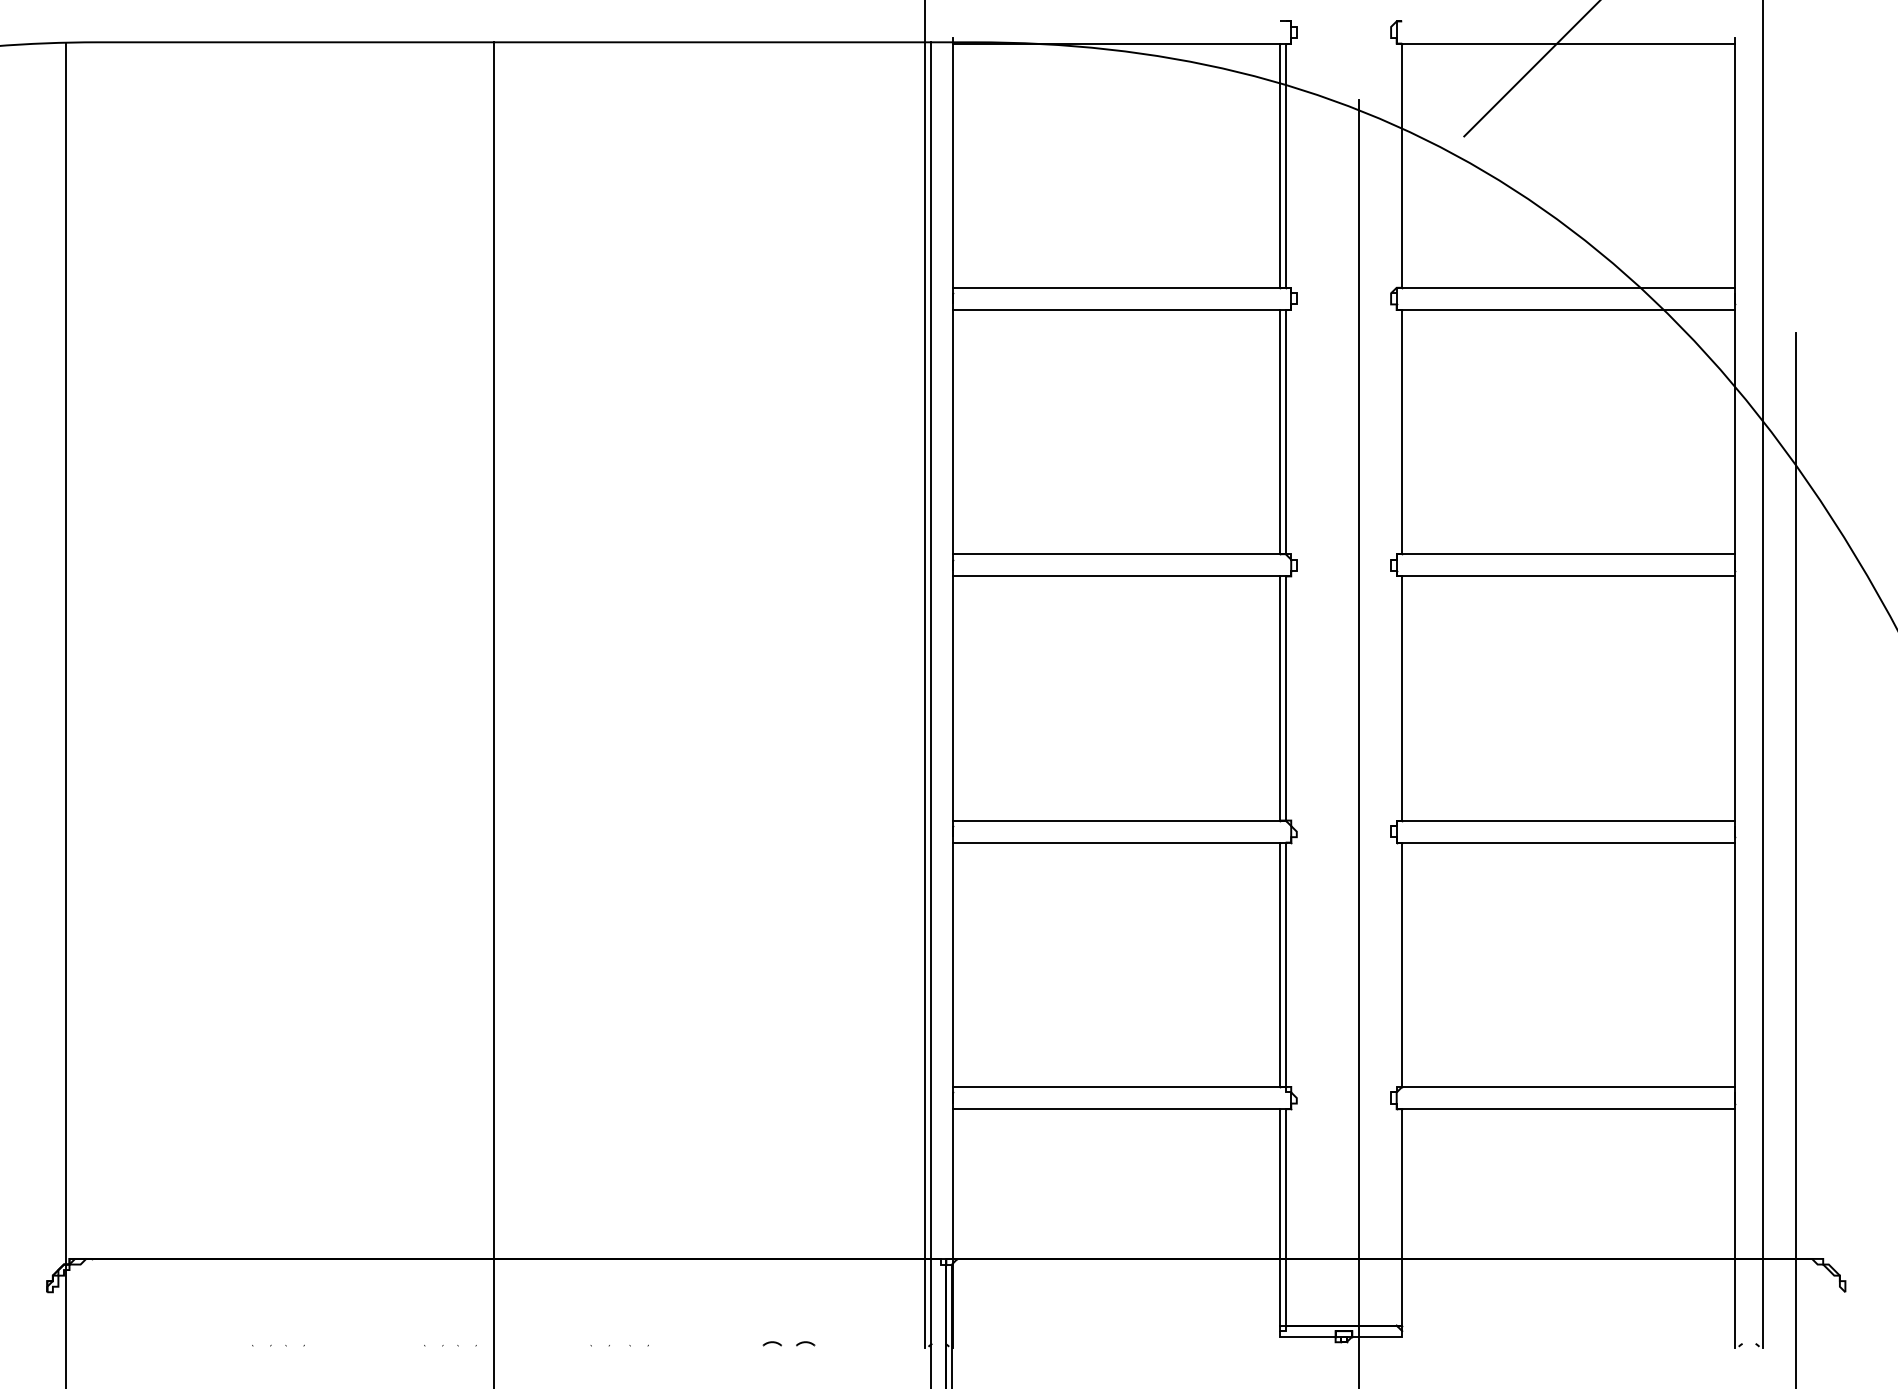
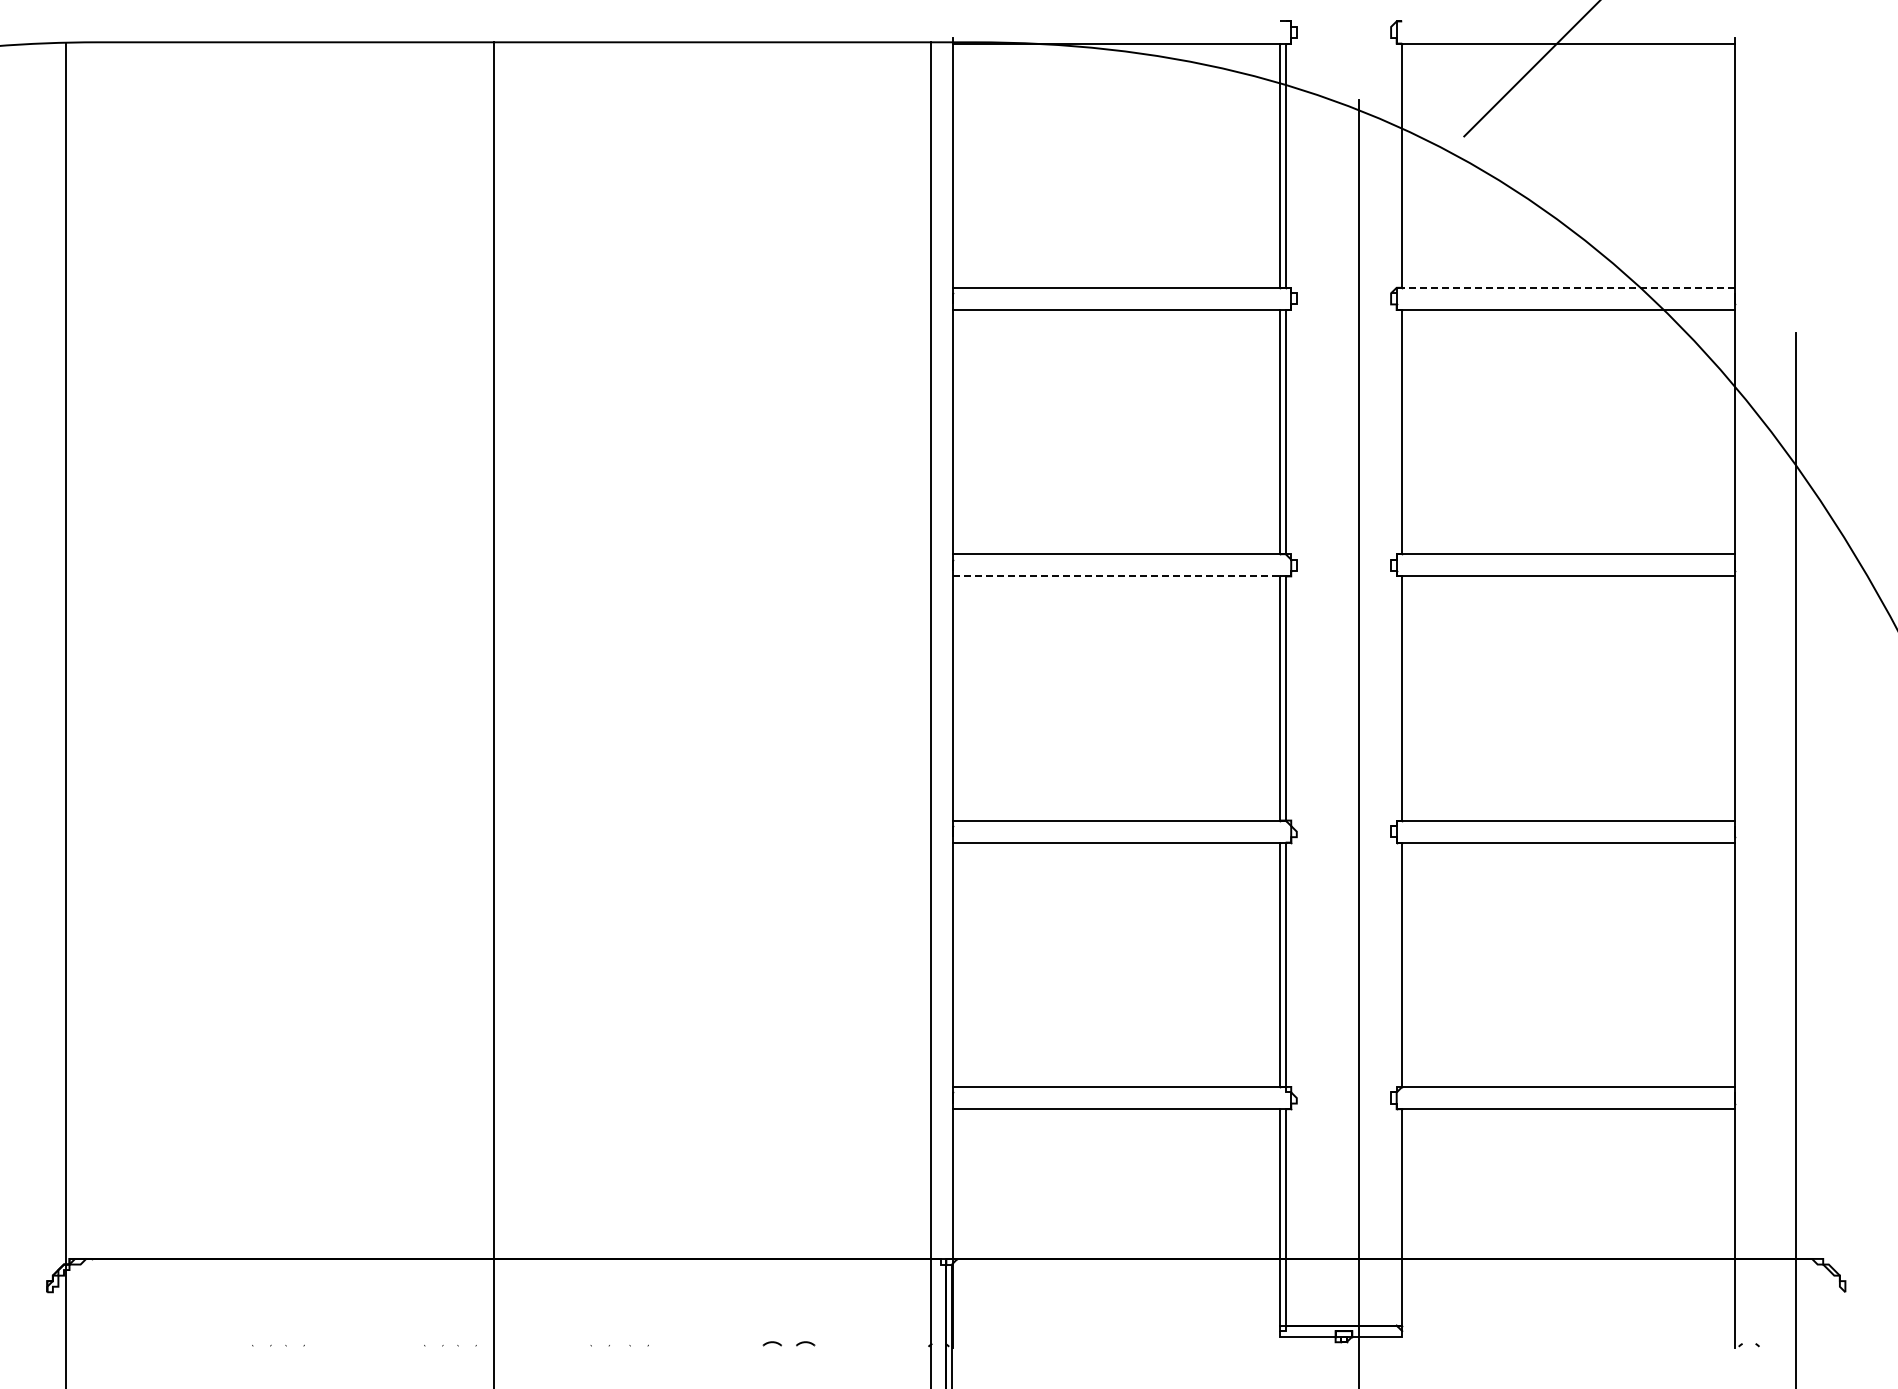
line at (1568, 287): solid -> dashed
line at (1116, 576): solid -> dashed
line at (924, 674): present -> none
line at (1762, 674): present -> none
